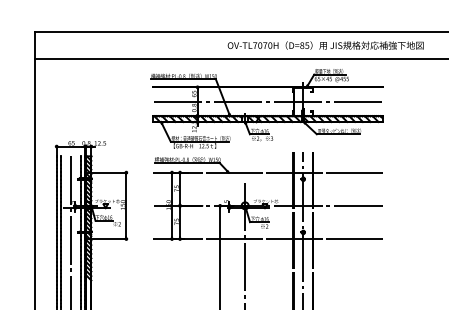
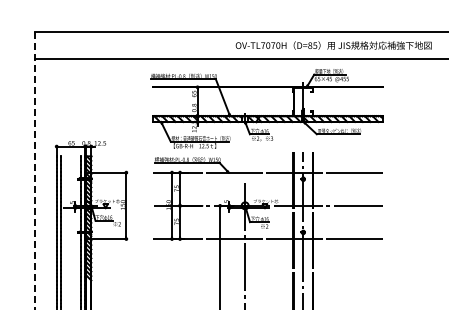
text at (325, 45) position: (325, 45) -> (333, 45)
line at (267, 101): present -> none
line at (34, 171): solid -> dashed
line at (71, 230): present -> none
